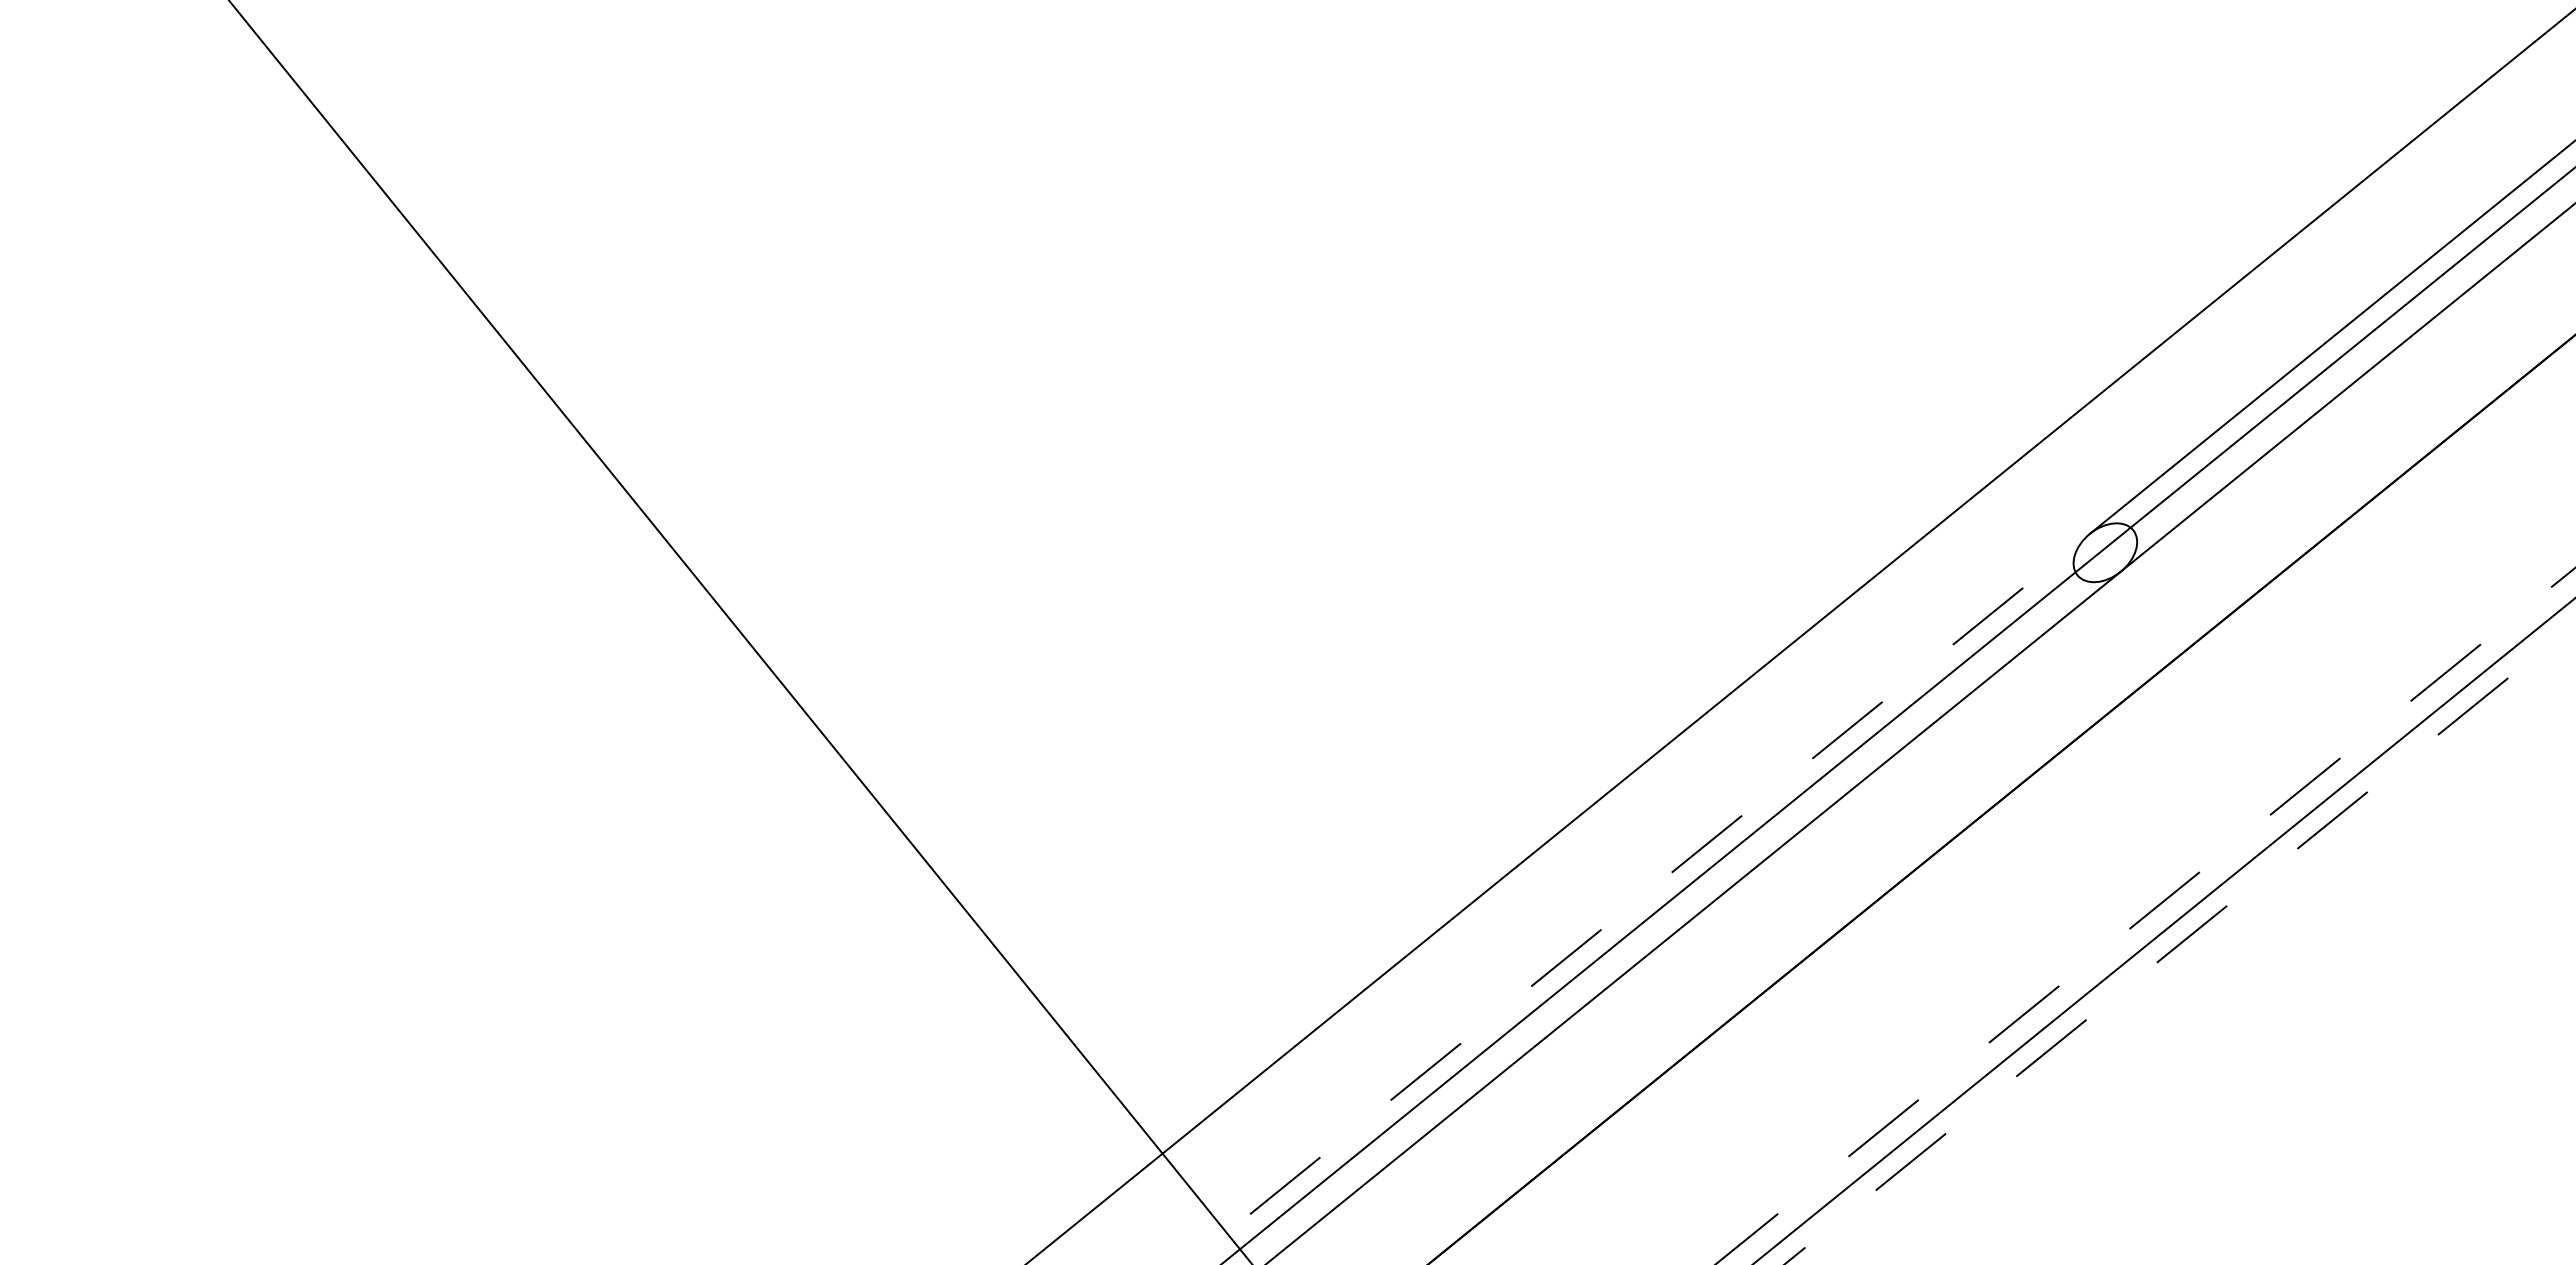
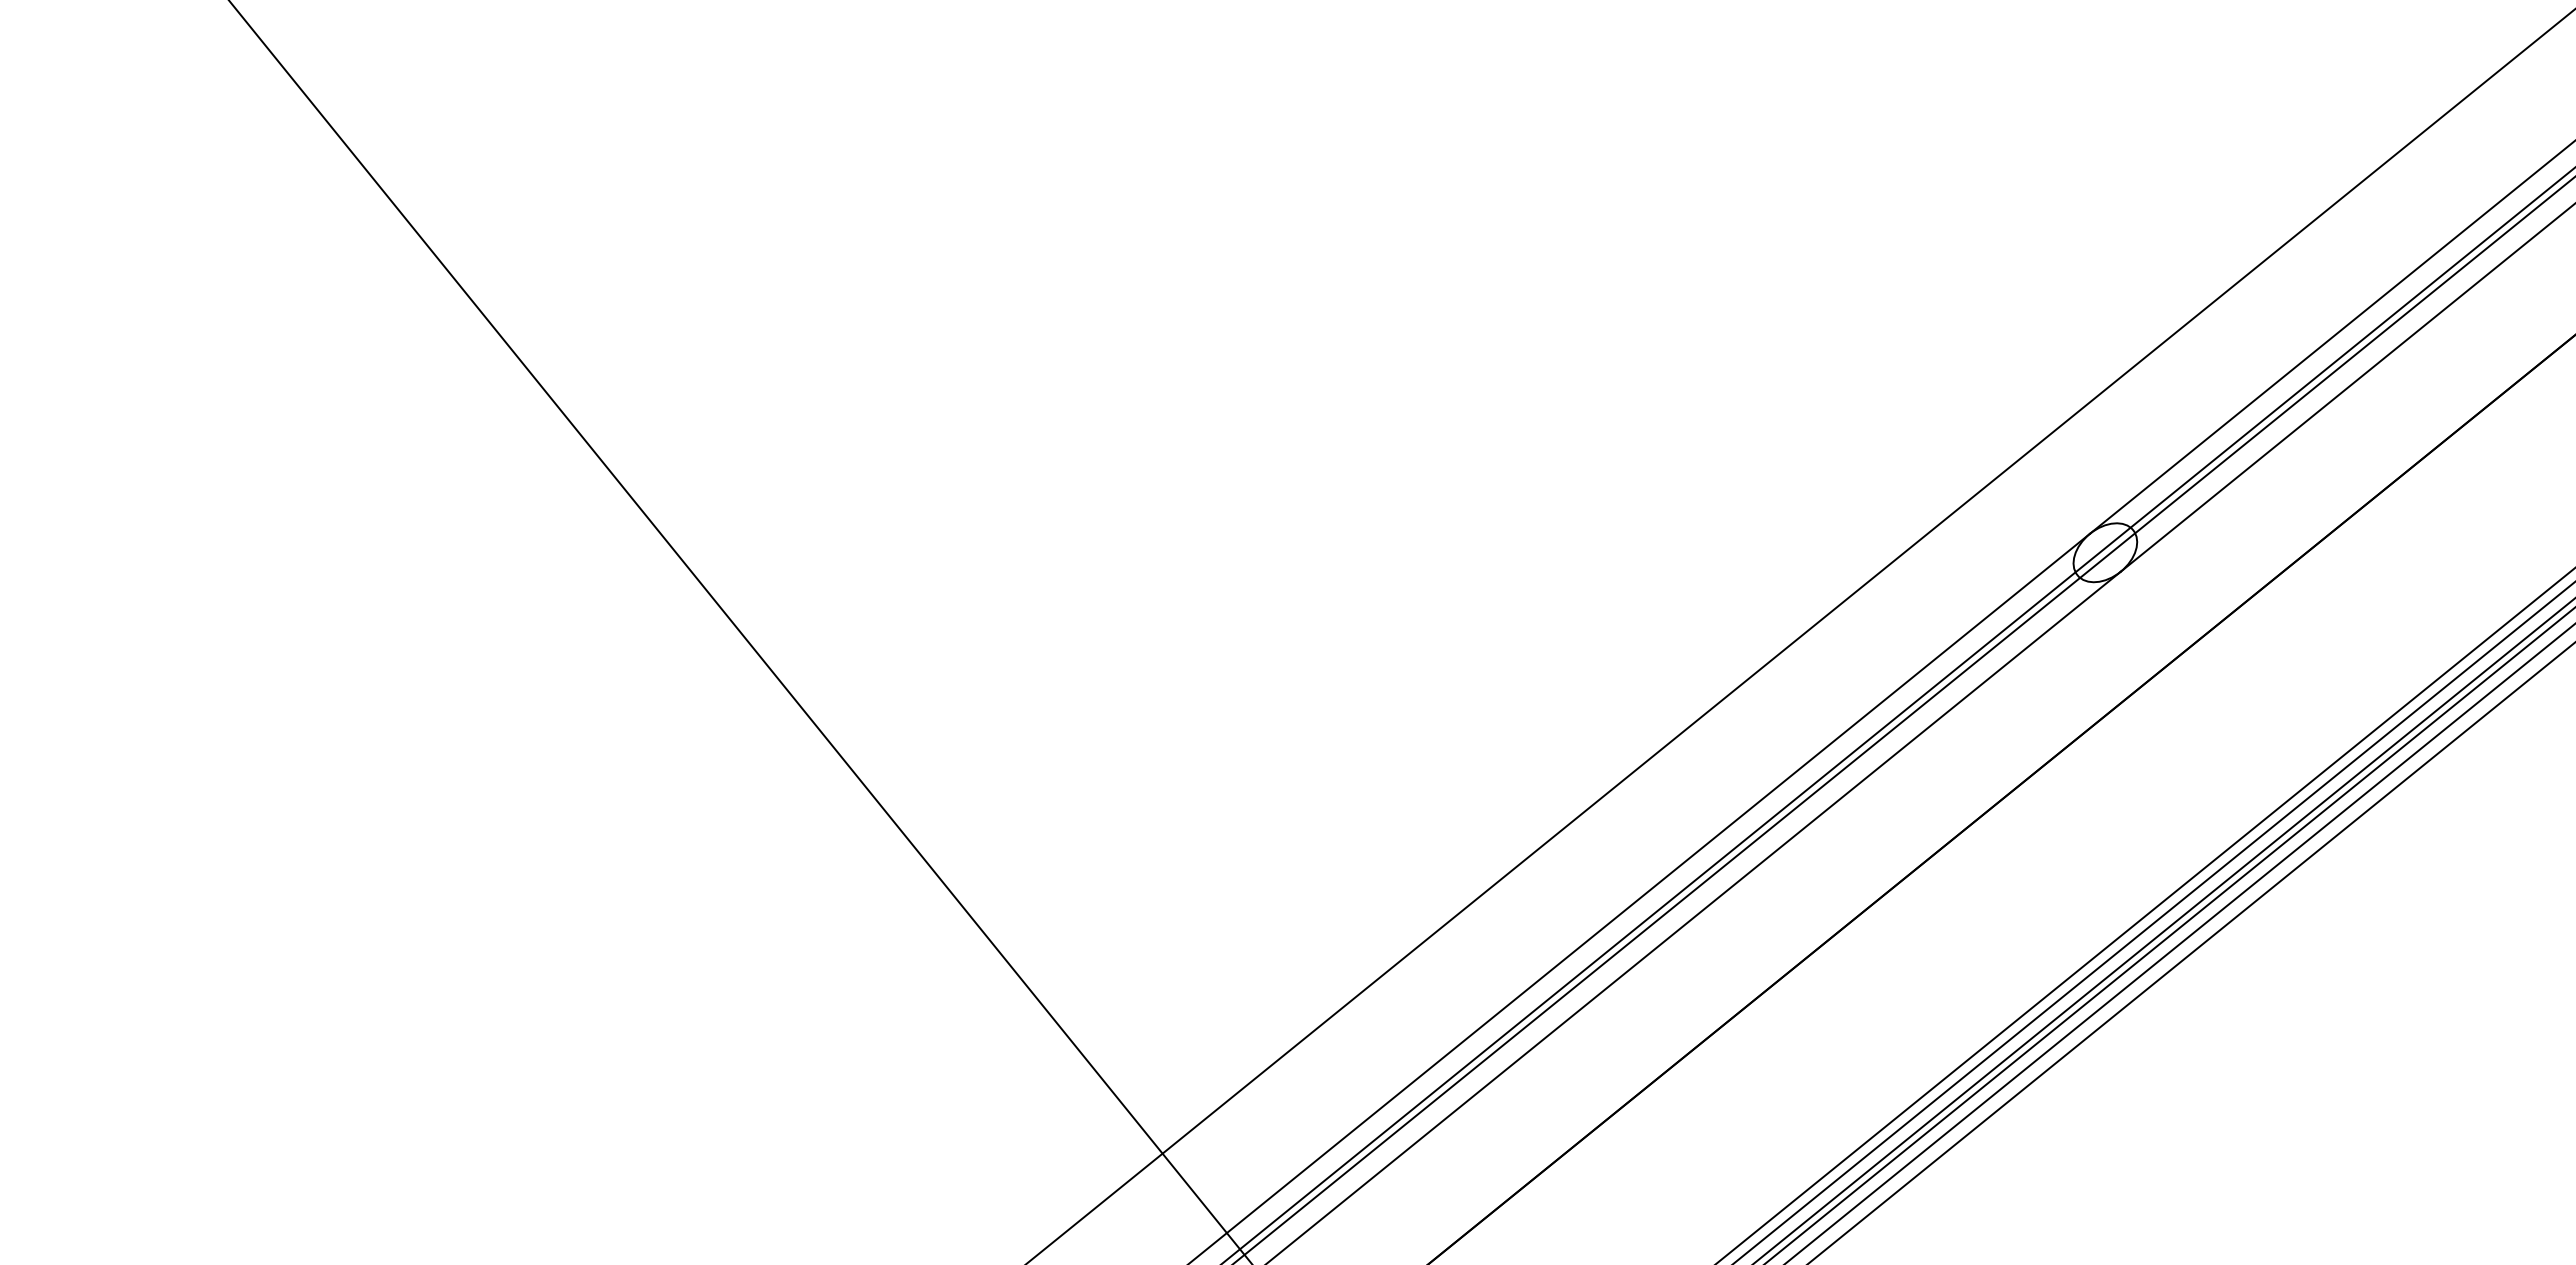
line at (1904, 719): none -> present
line at (1639, 898): dashed -> solid
line at (2145, 916): dashed -> solid
line at (2154, 922): none -> present
line at (2169, 935): none -> present
line at (2179, 944): dashed -> solid
line at (2191, 952): none -> present
